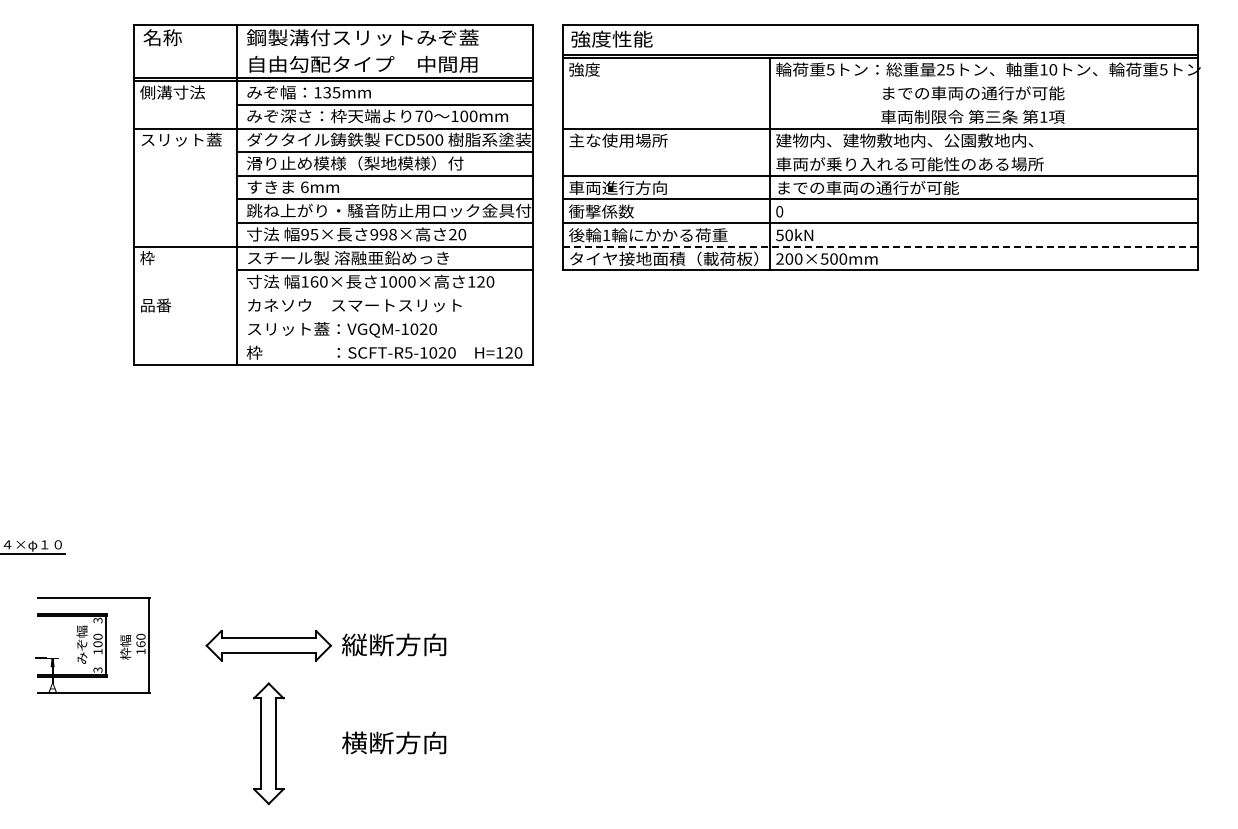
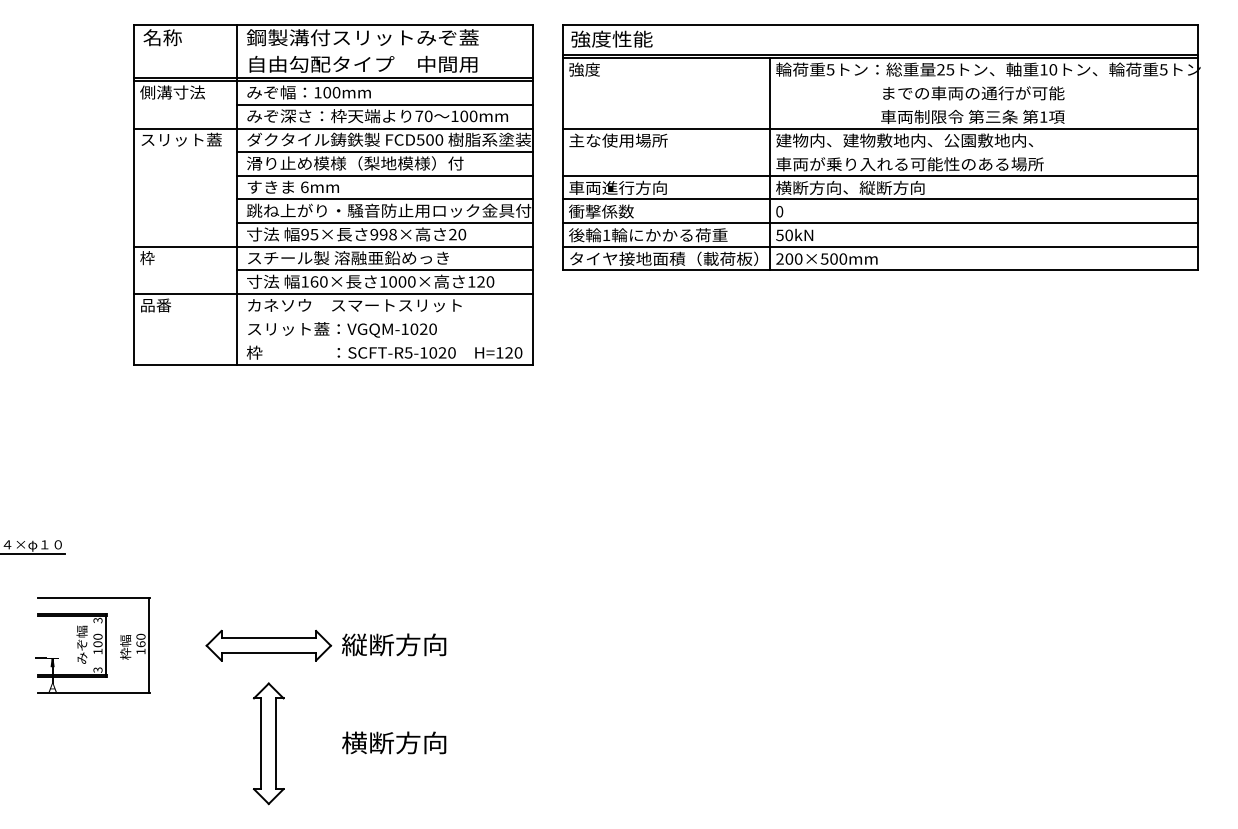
text at (331, 92): 135mm -> 100mm
text at (867, 187): までの車両の通行が可能 -> 横断方向、縦断方向
line at (880, 246): dashed -> solid
line at (332, 294): none -> present
